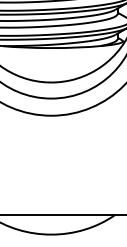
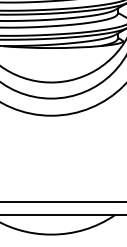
line at (62, 202): none -> present
